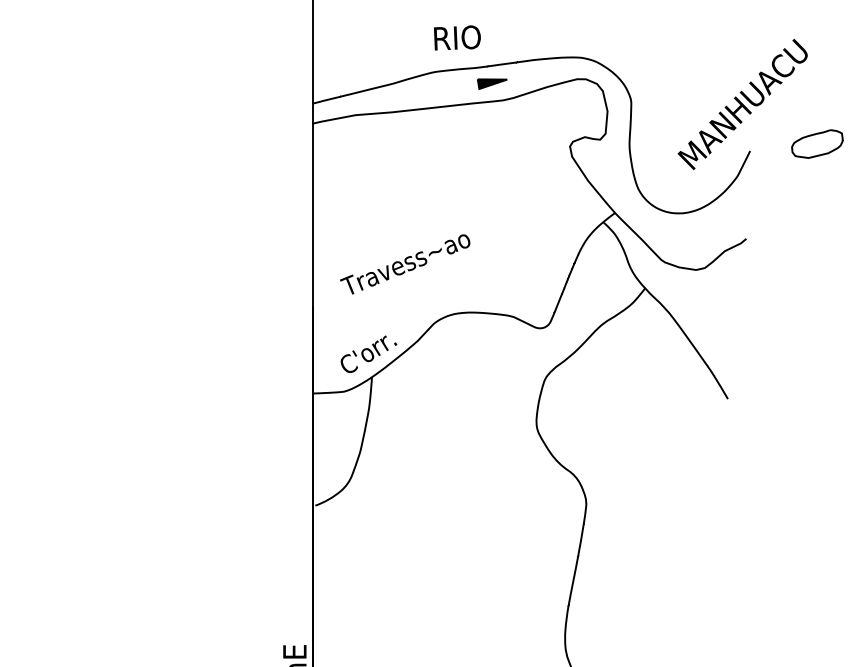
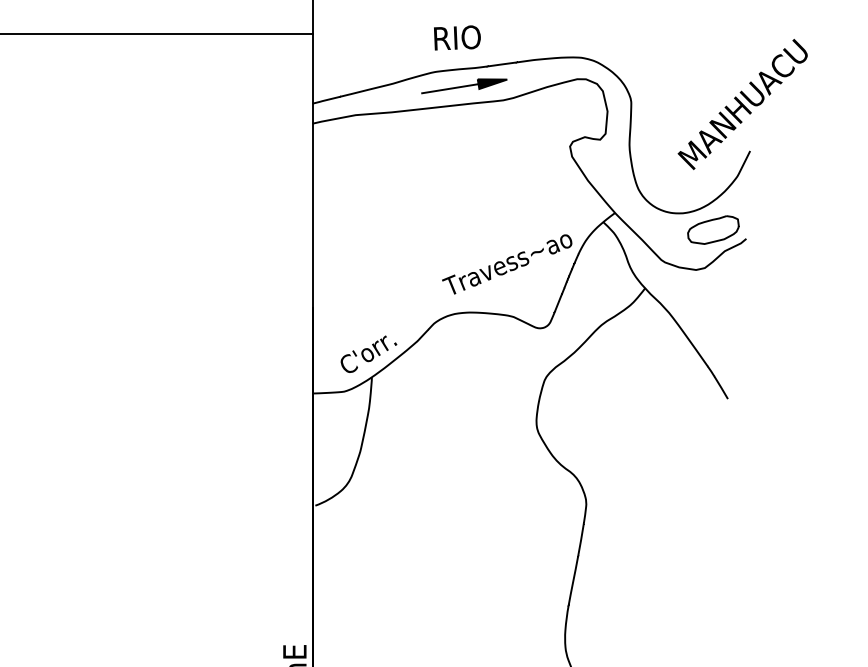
line at (157, 34): none -> present
line at (450, 88): none -> present
part at (817, 143) position: (817, 143) -> (713, 229)
text at (405, 264) position: (405, 264) -> (507, 264)
